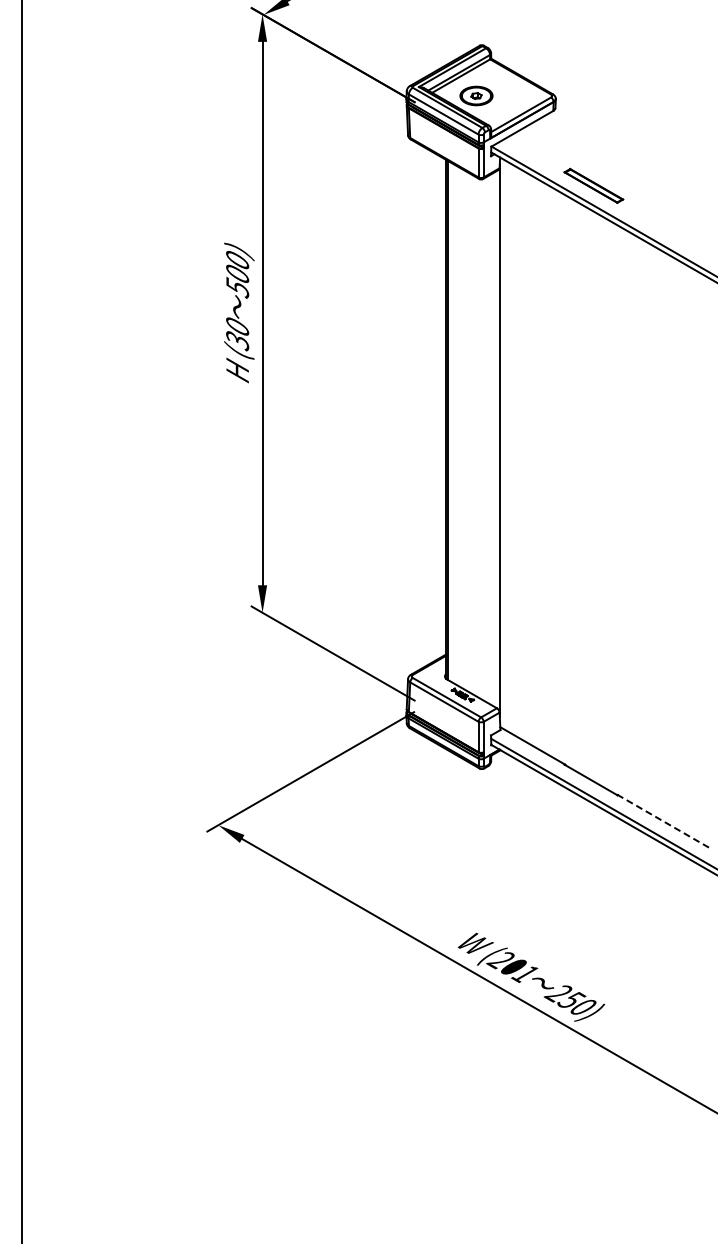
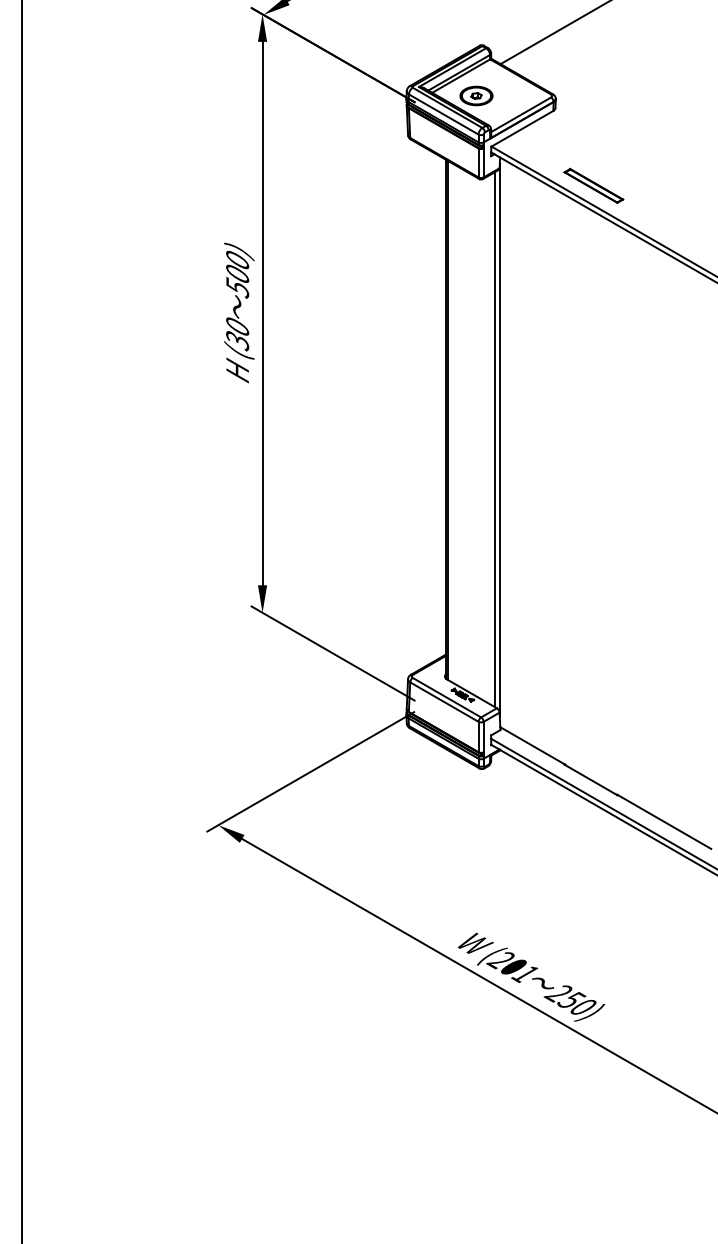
line at (554, 33): none -> present
line at (494, 439): none -> present
line at (664, 822): dashed -> solid
